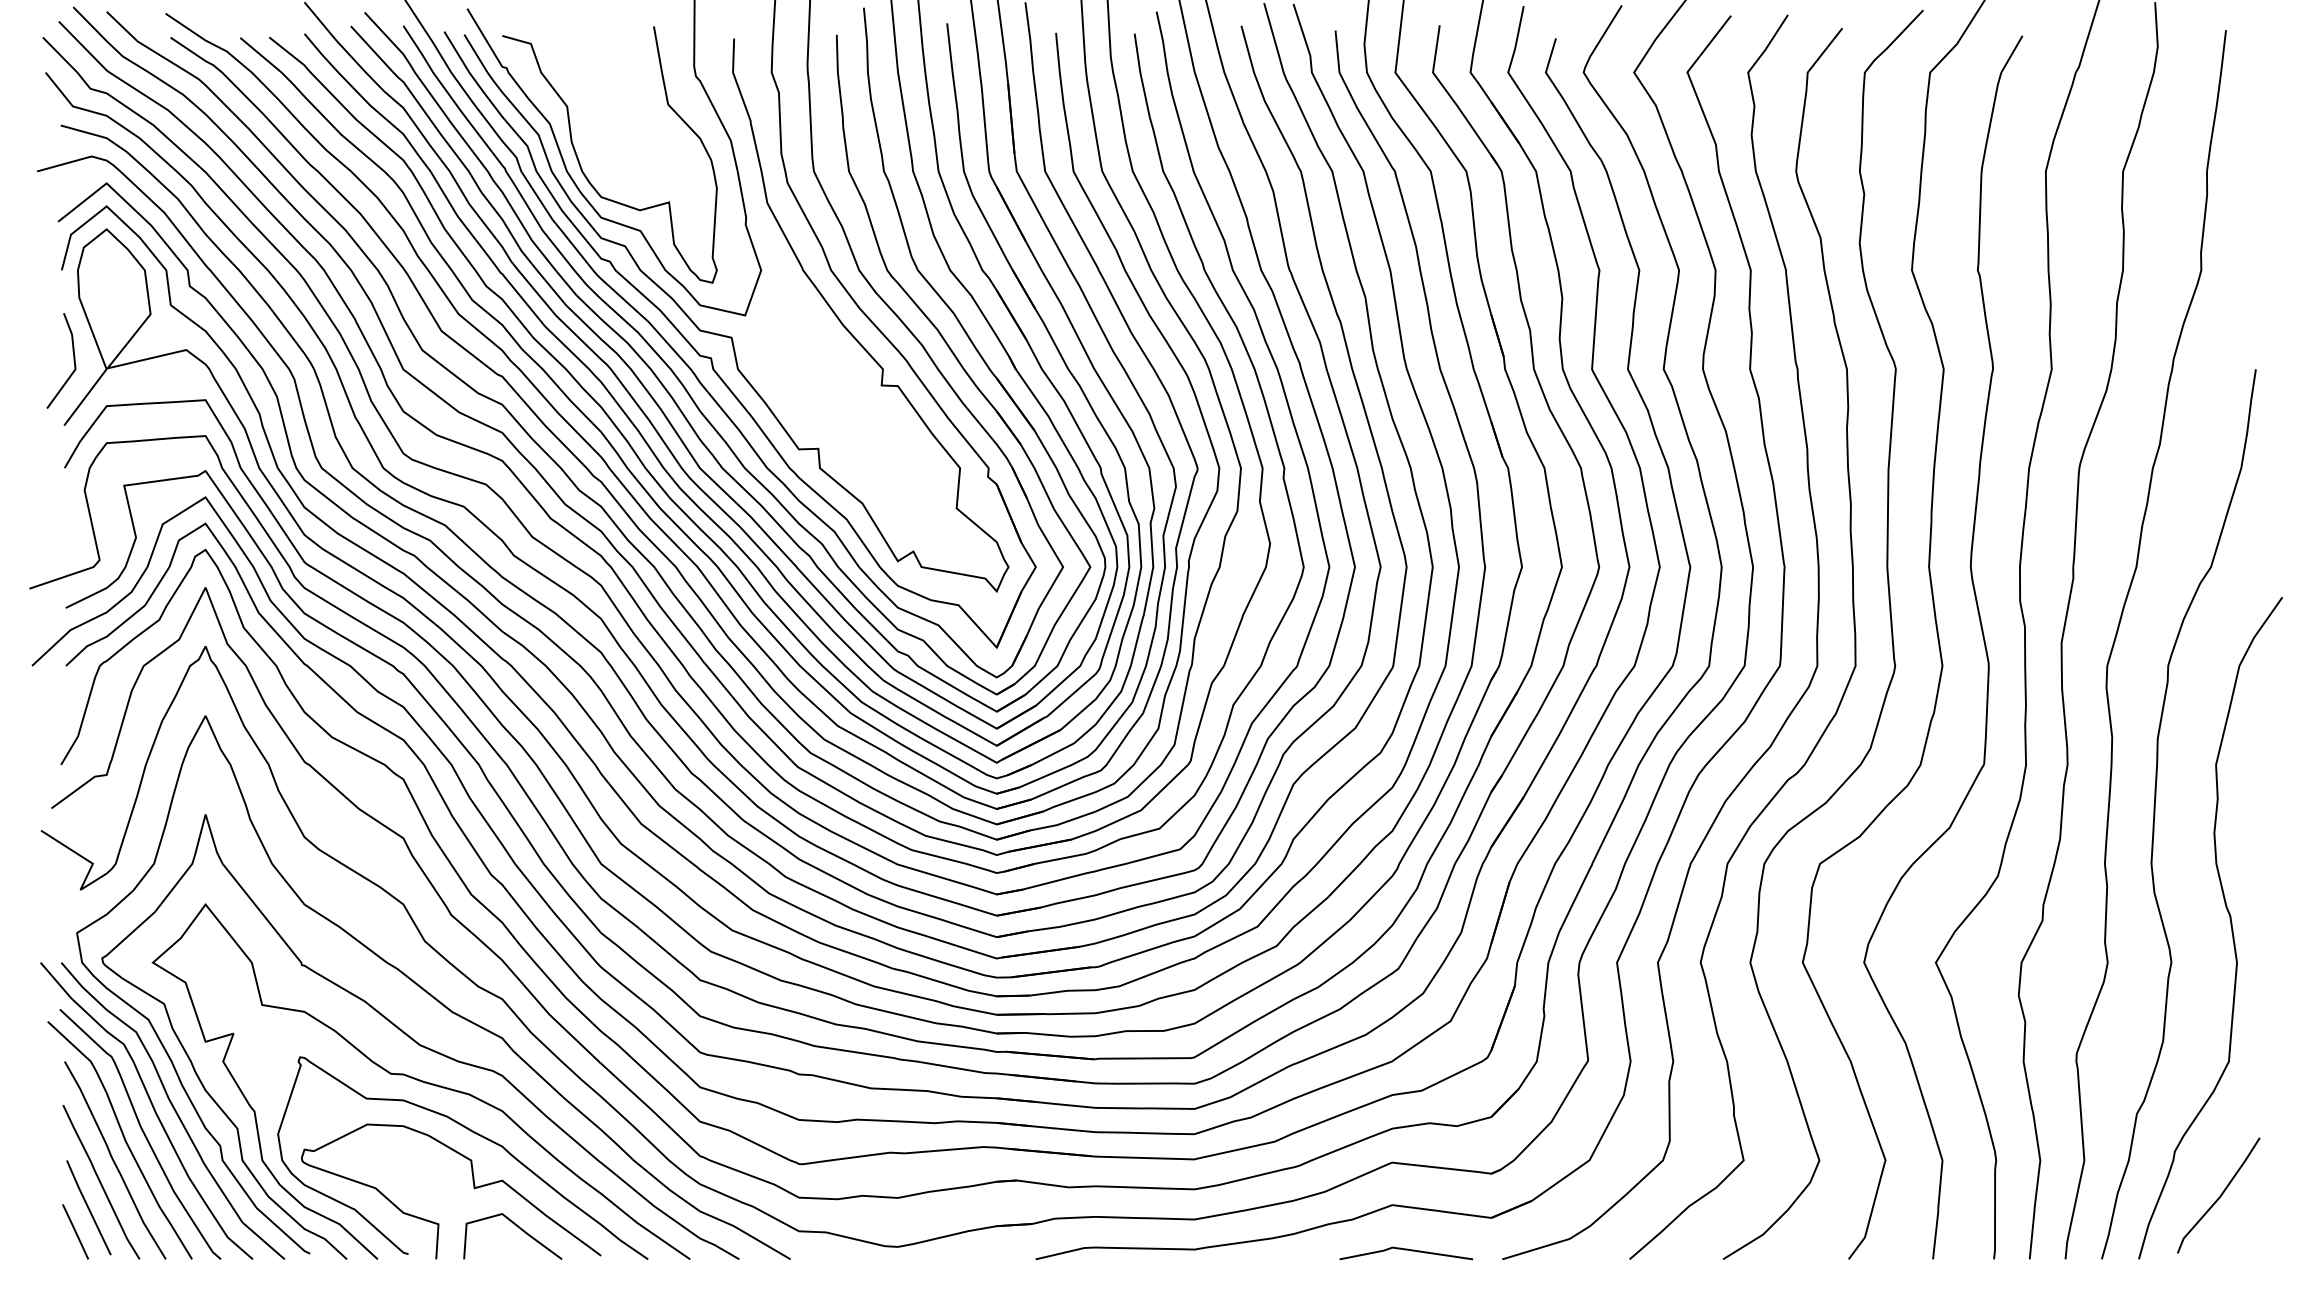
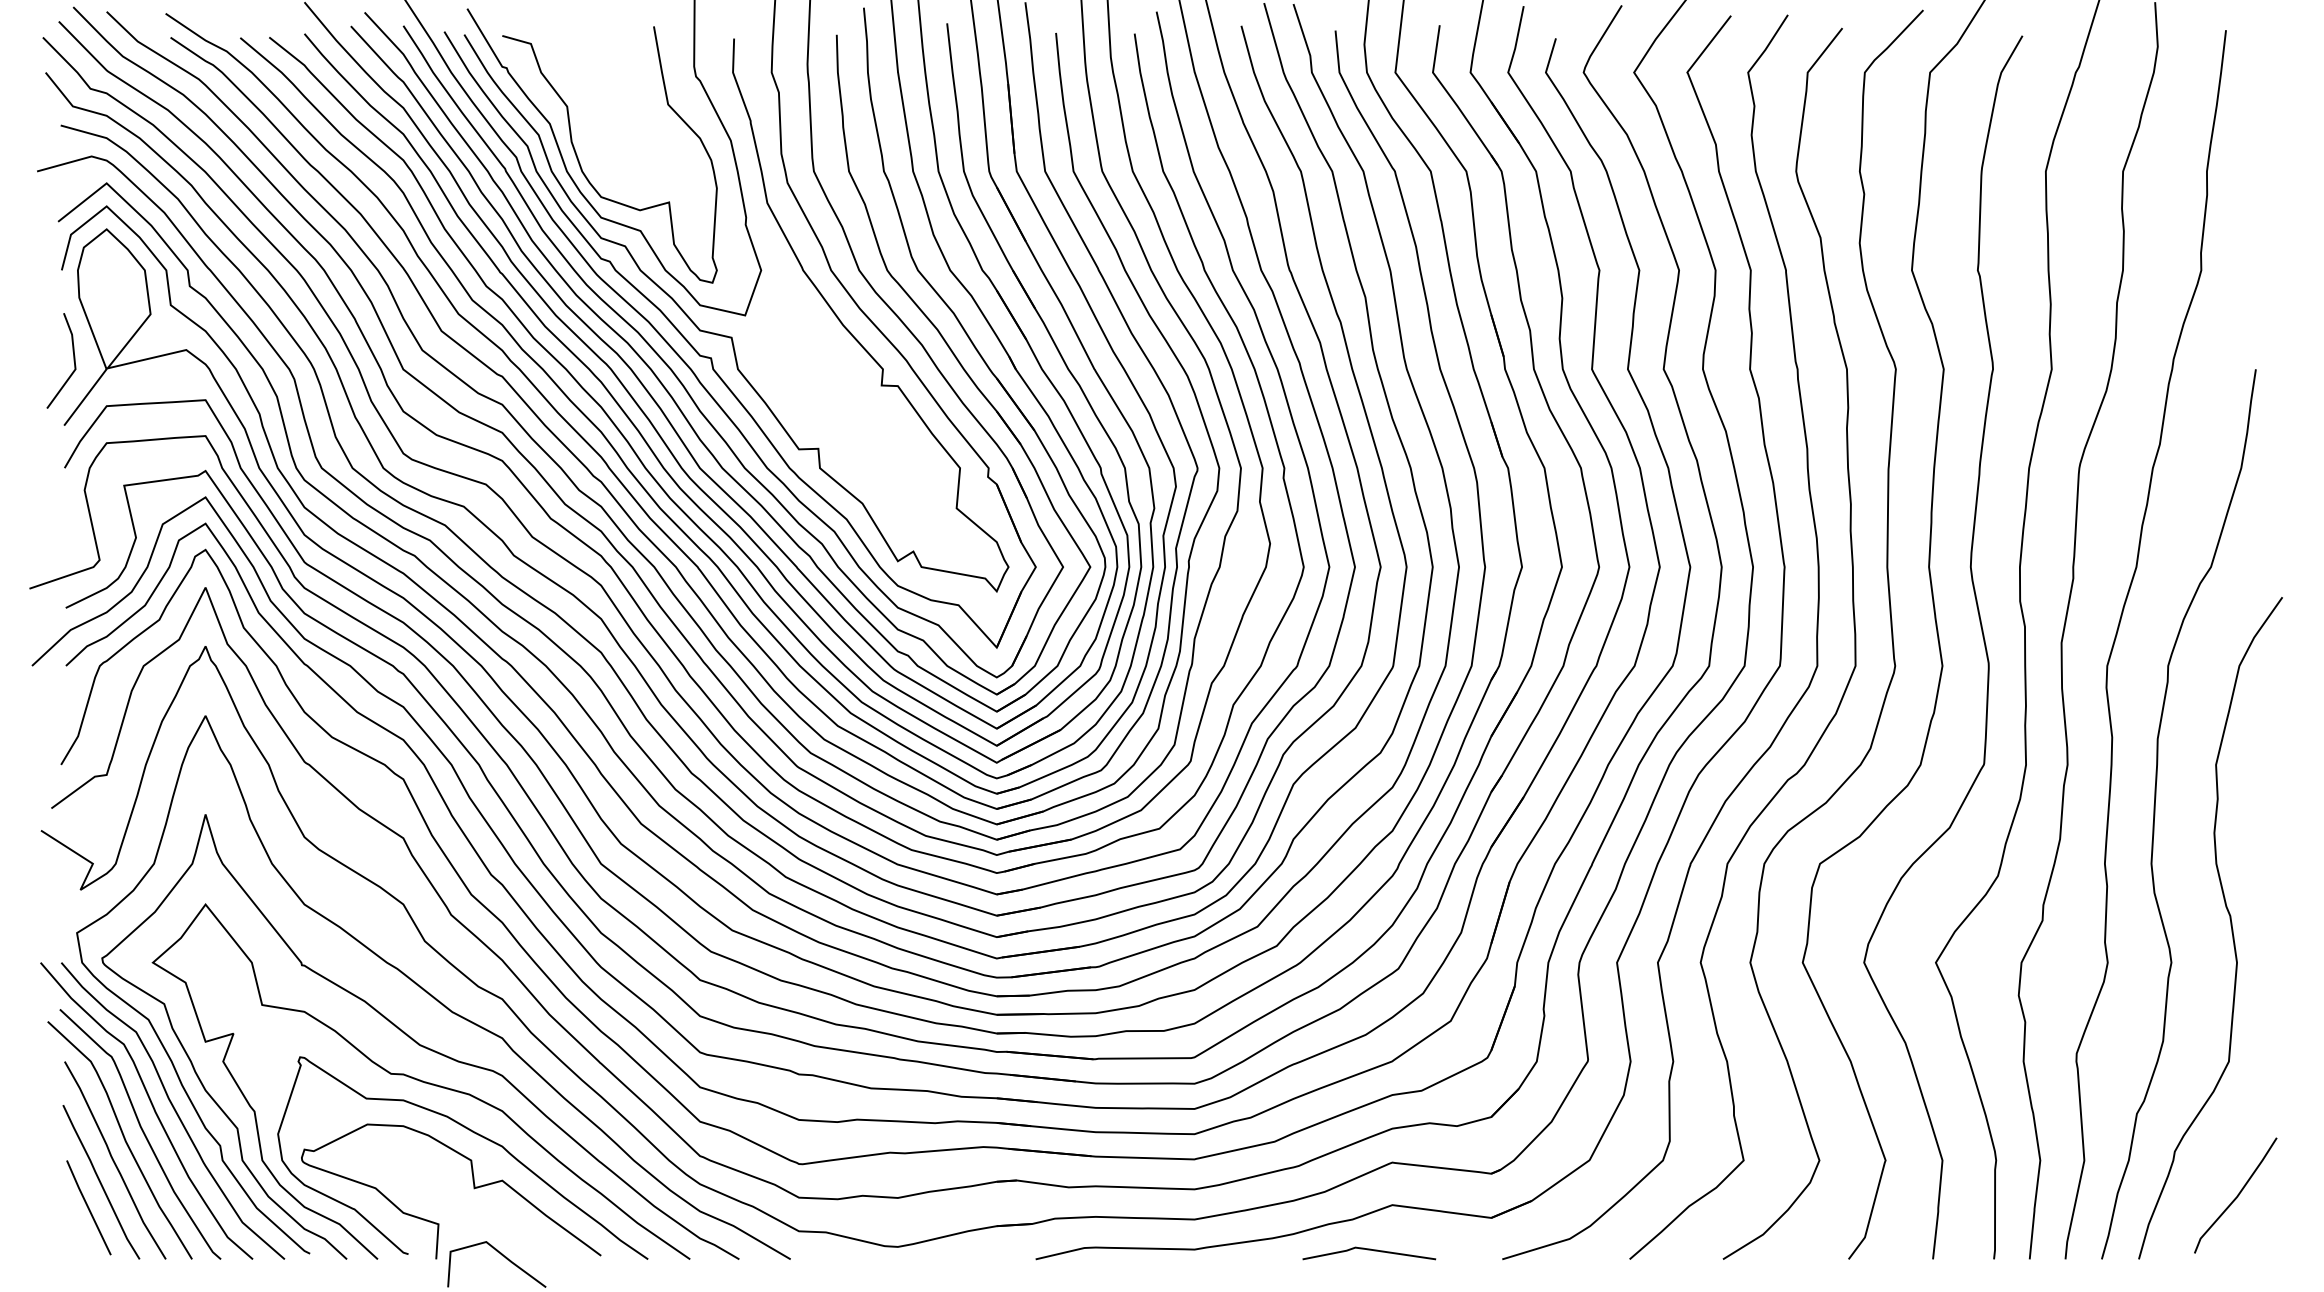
line at (2219, 1196) position: (2219, 1196) -> (2236, 1196)
line at (518, 1228) position: (518, 1228) -> (502, 1256)
line at (75, 1231): present -> none
line at (1406, 1250) position: (1406, 1250) -> (1369, 1250)
